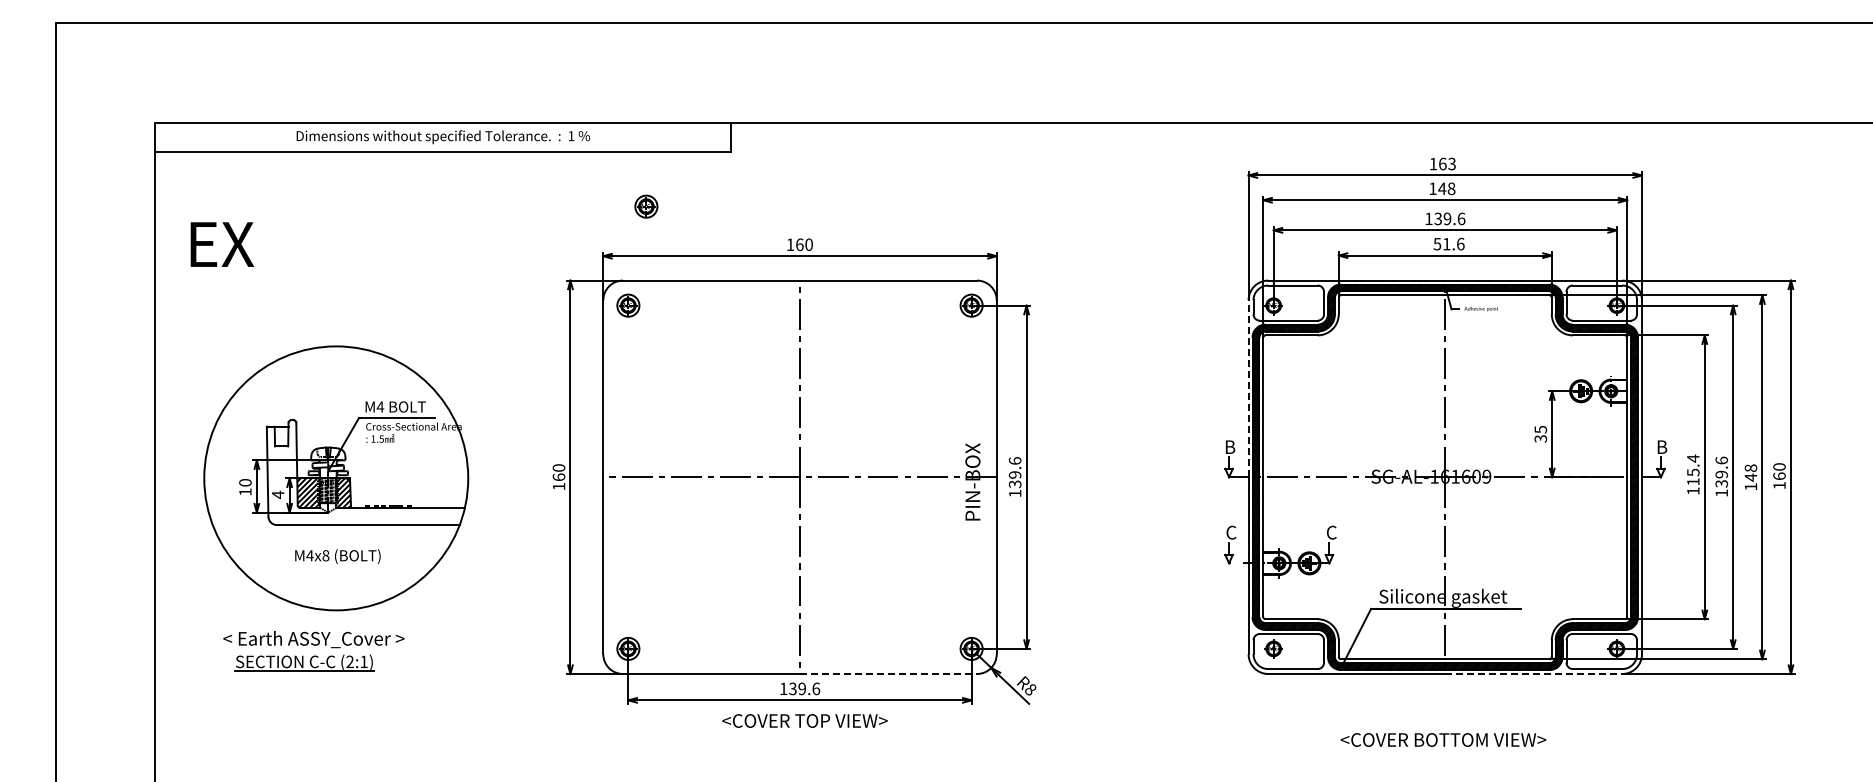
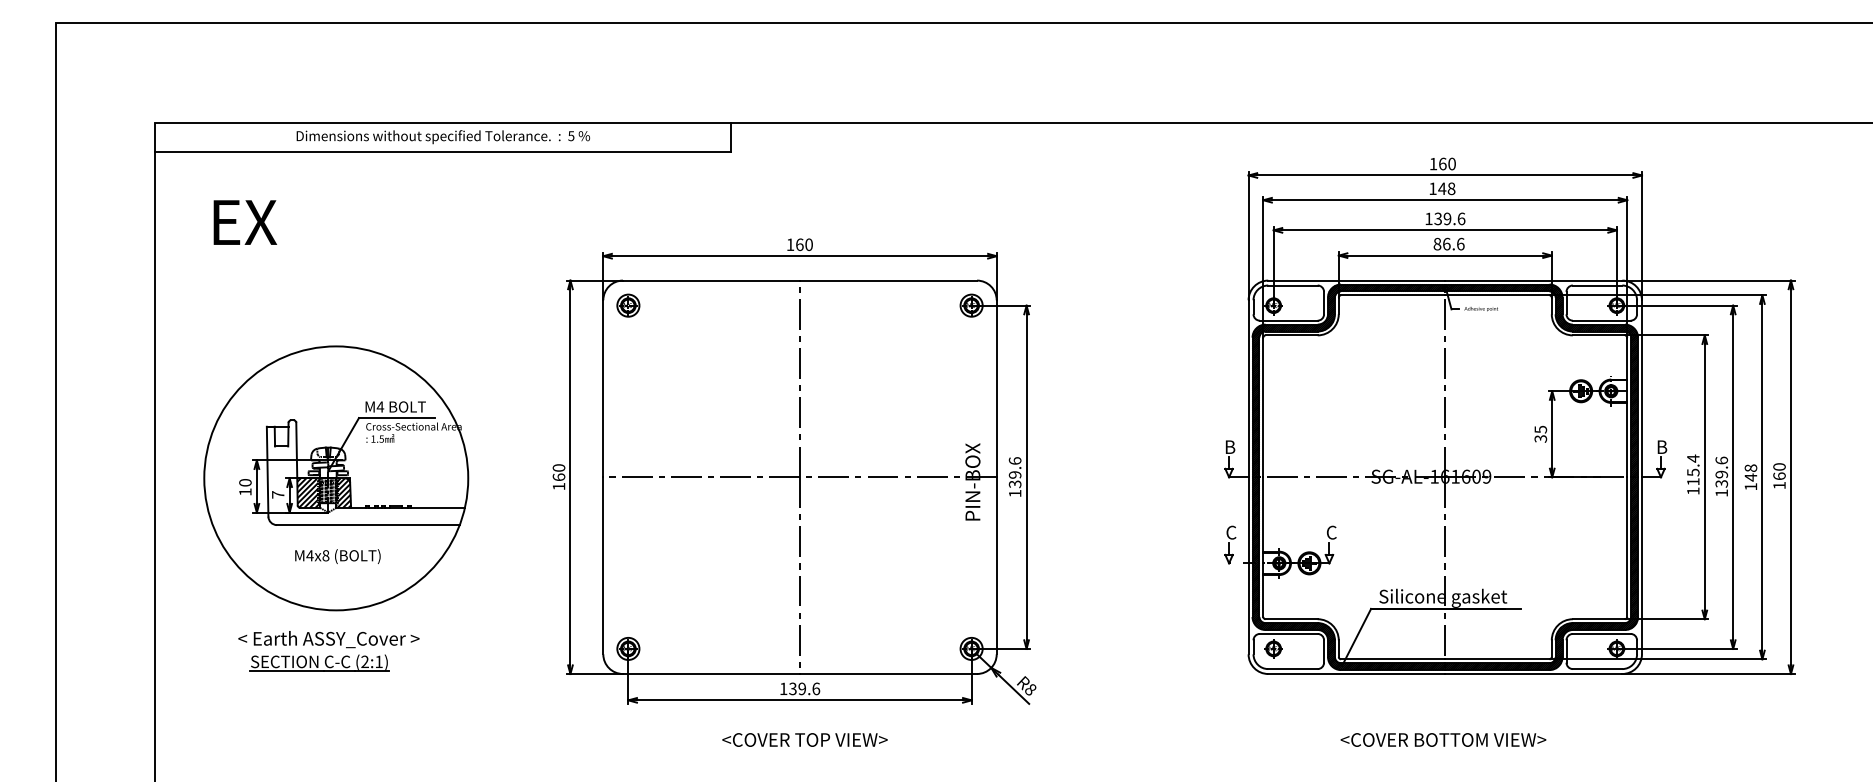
text at (571, 136): 1 -> 5
text at (1451, 164): 163 -> 160
part at (646, 206): present -> none
text at (1441, 243): 51.6 -> 86.6
text at (222, 244) position: (222, 244) -> (245, 222)
line at (1248, 388): dashed -> solid
text at (278, 494): 4 -> 7
part at (313, 651) position: (313, 651) -> (328, 651)
line at (888, 674): dashed -> solid
line at (1533, 674): dashed -> solid
text at (804, 720) position: (804, 720) -> (804, 739)
